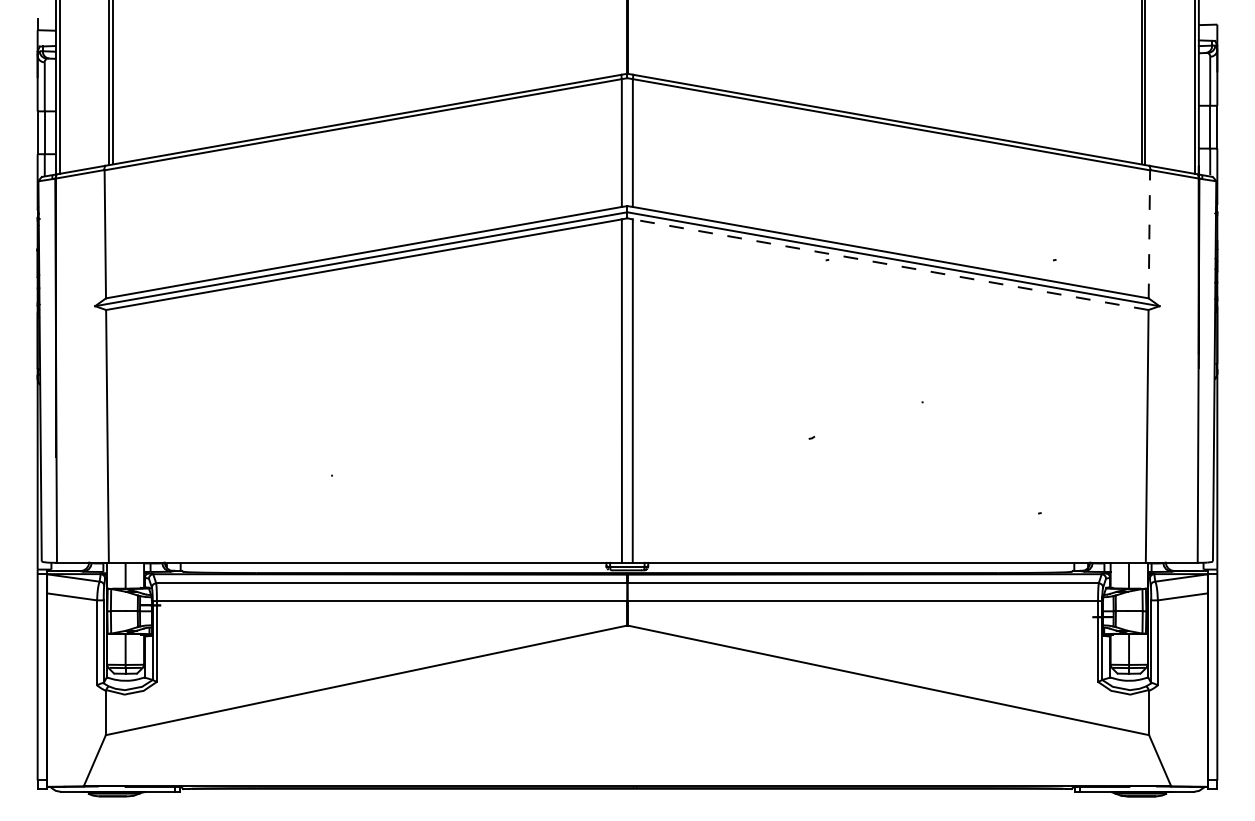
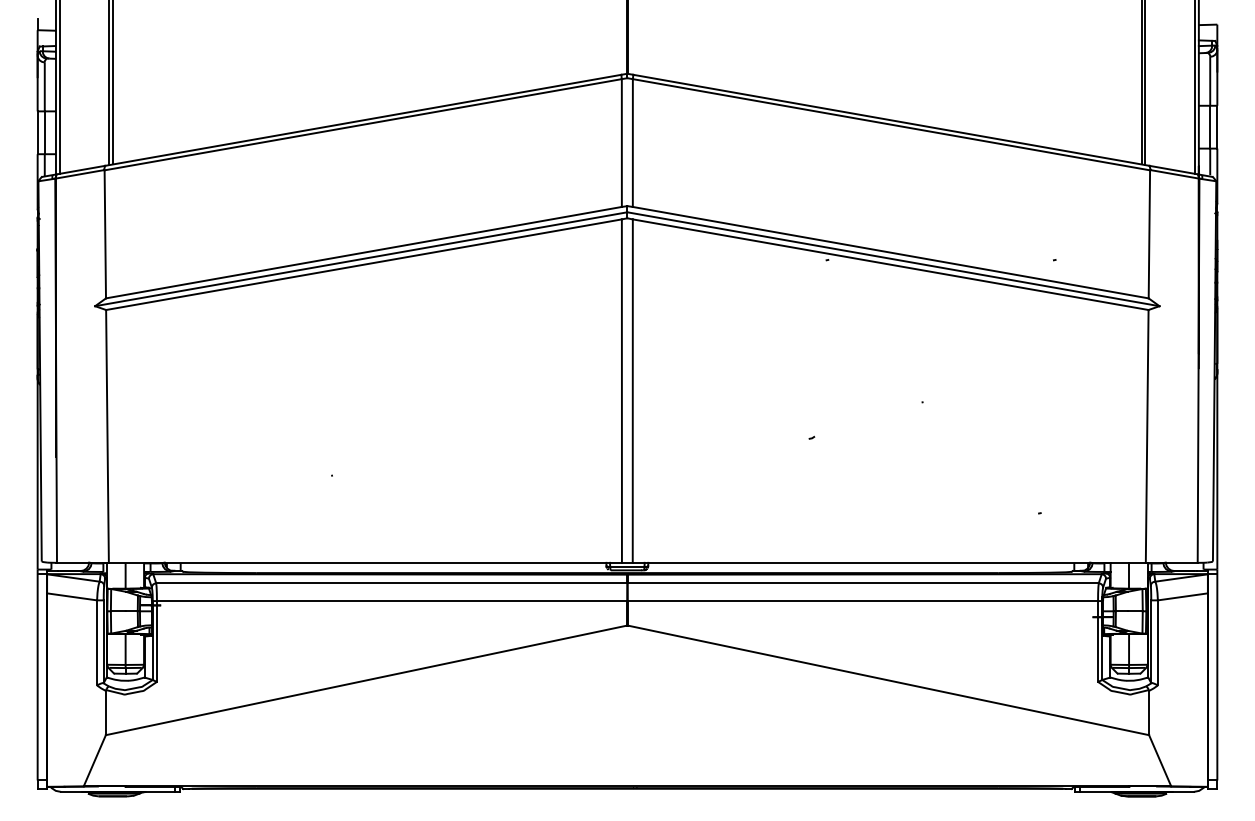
line at (1149, 233): dashed -> solid
line at (890, 264): dashed -> solid
